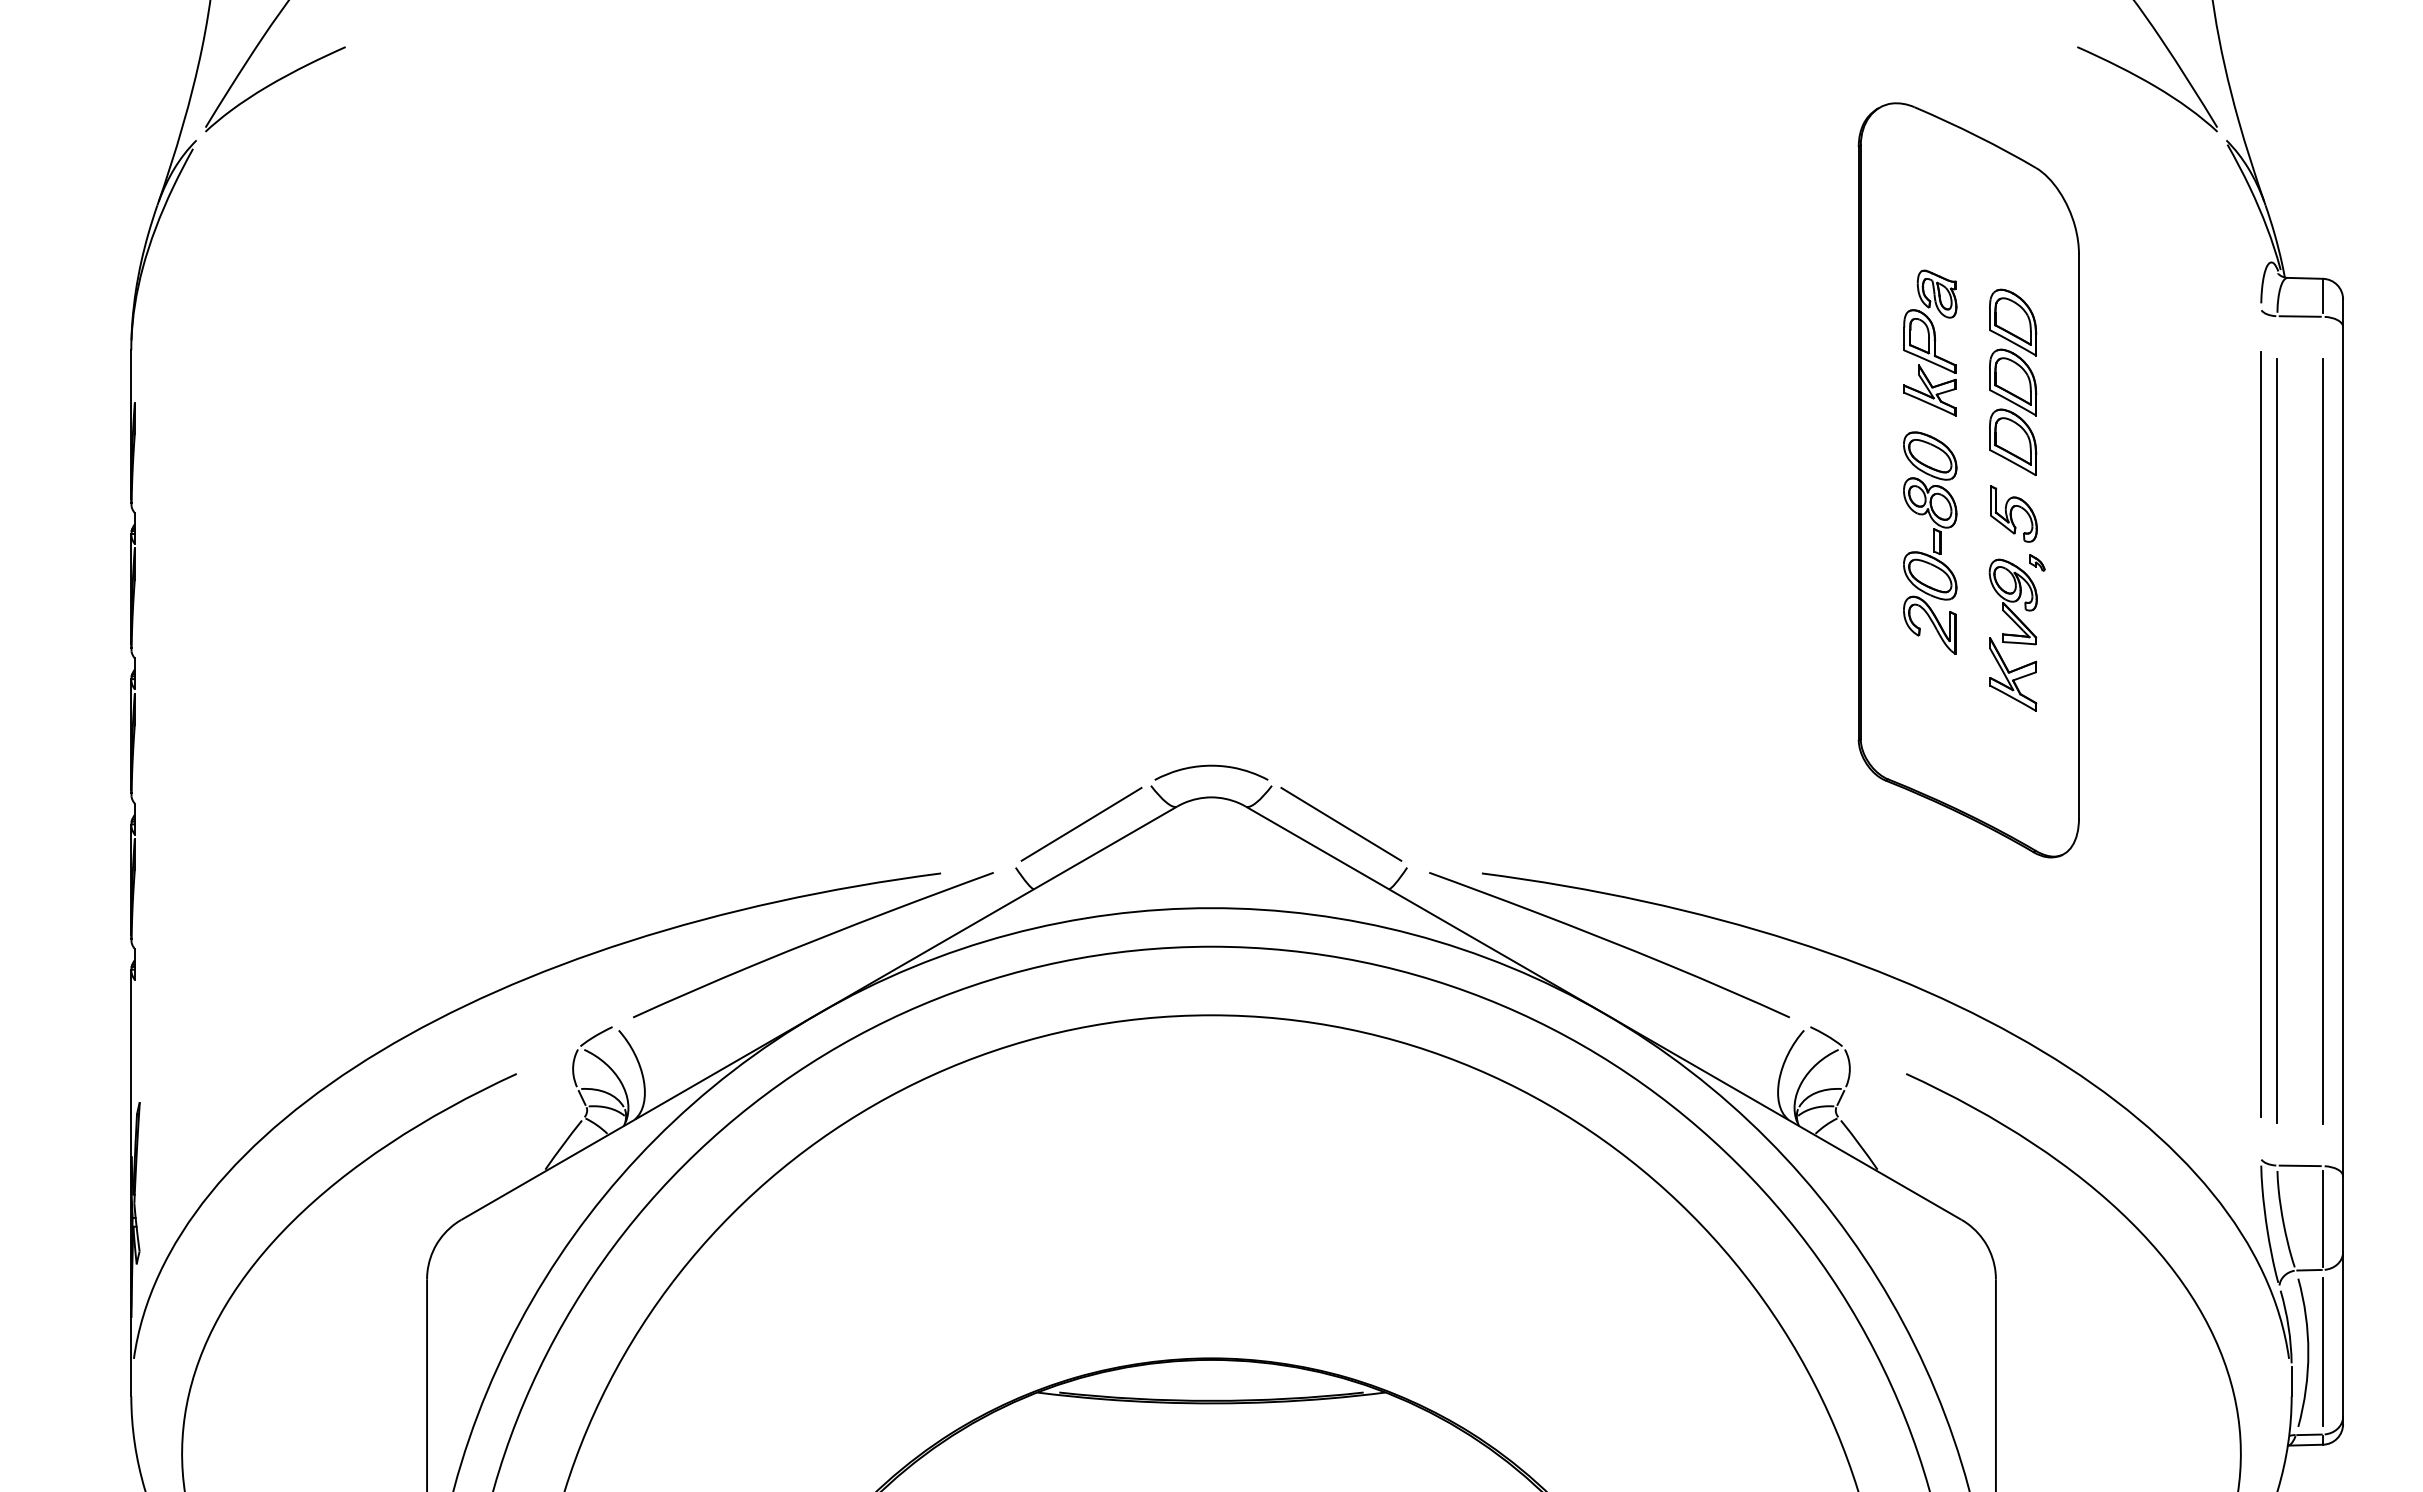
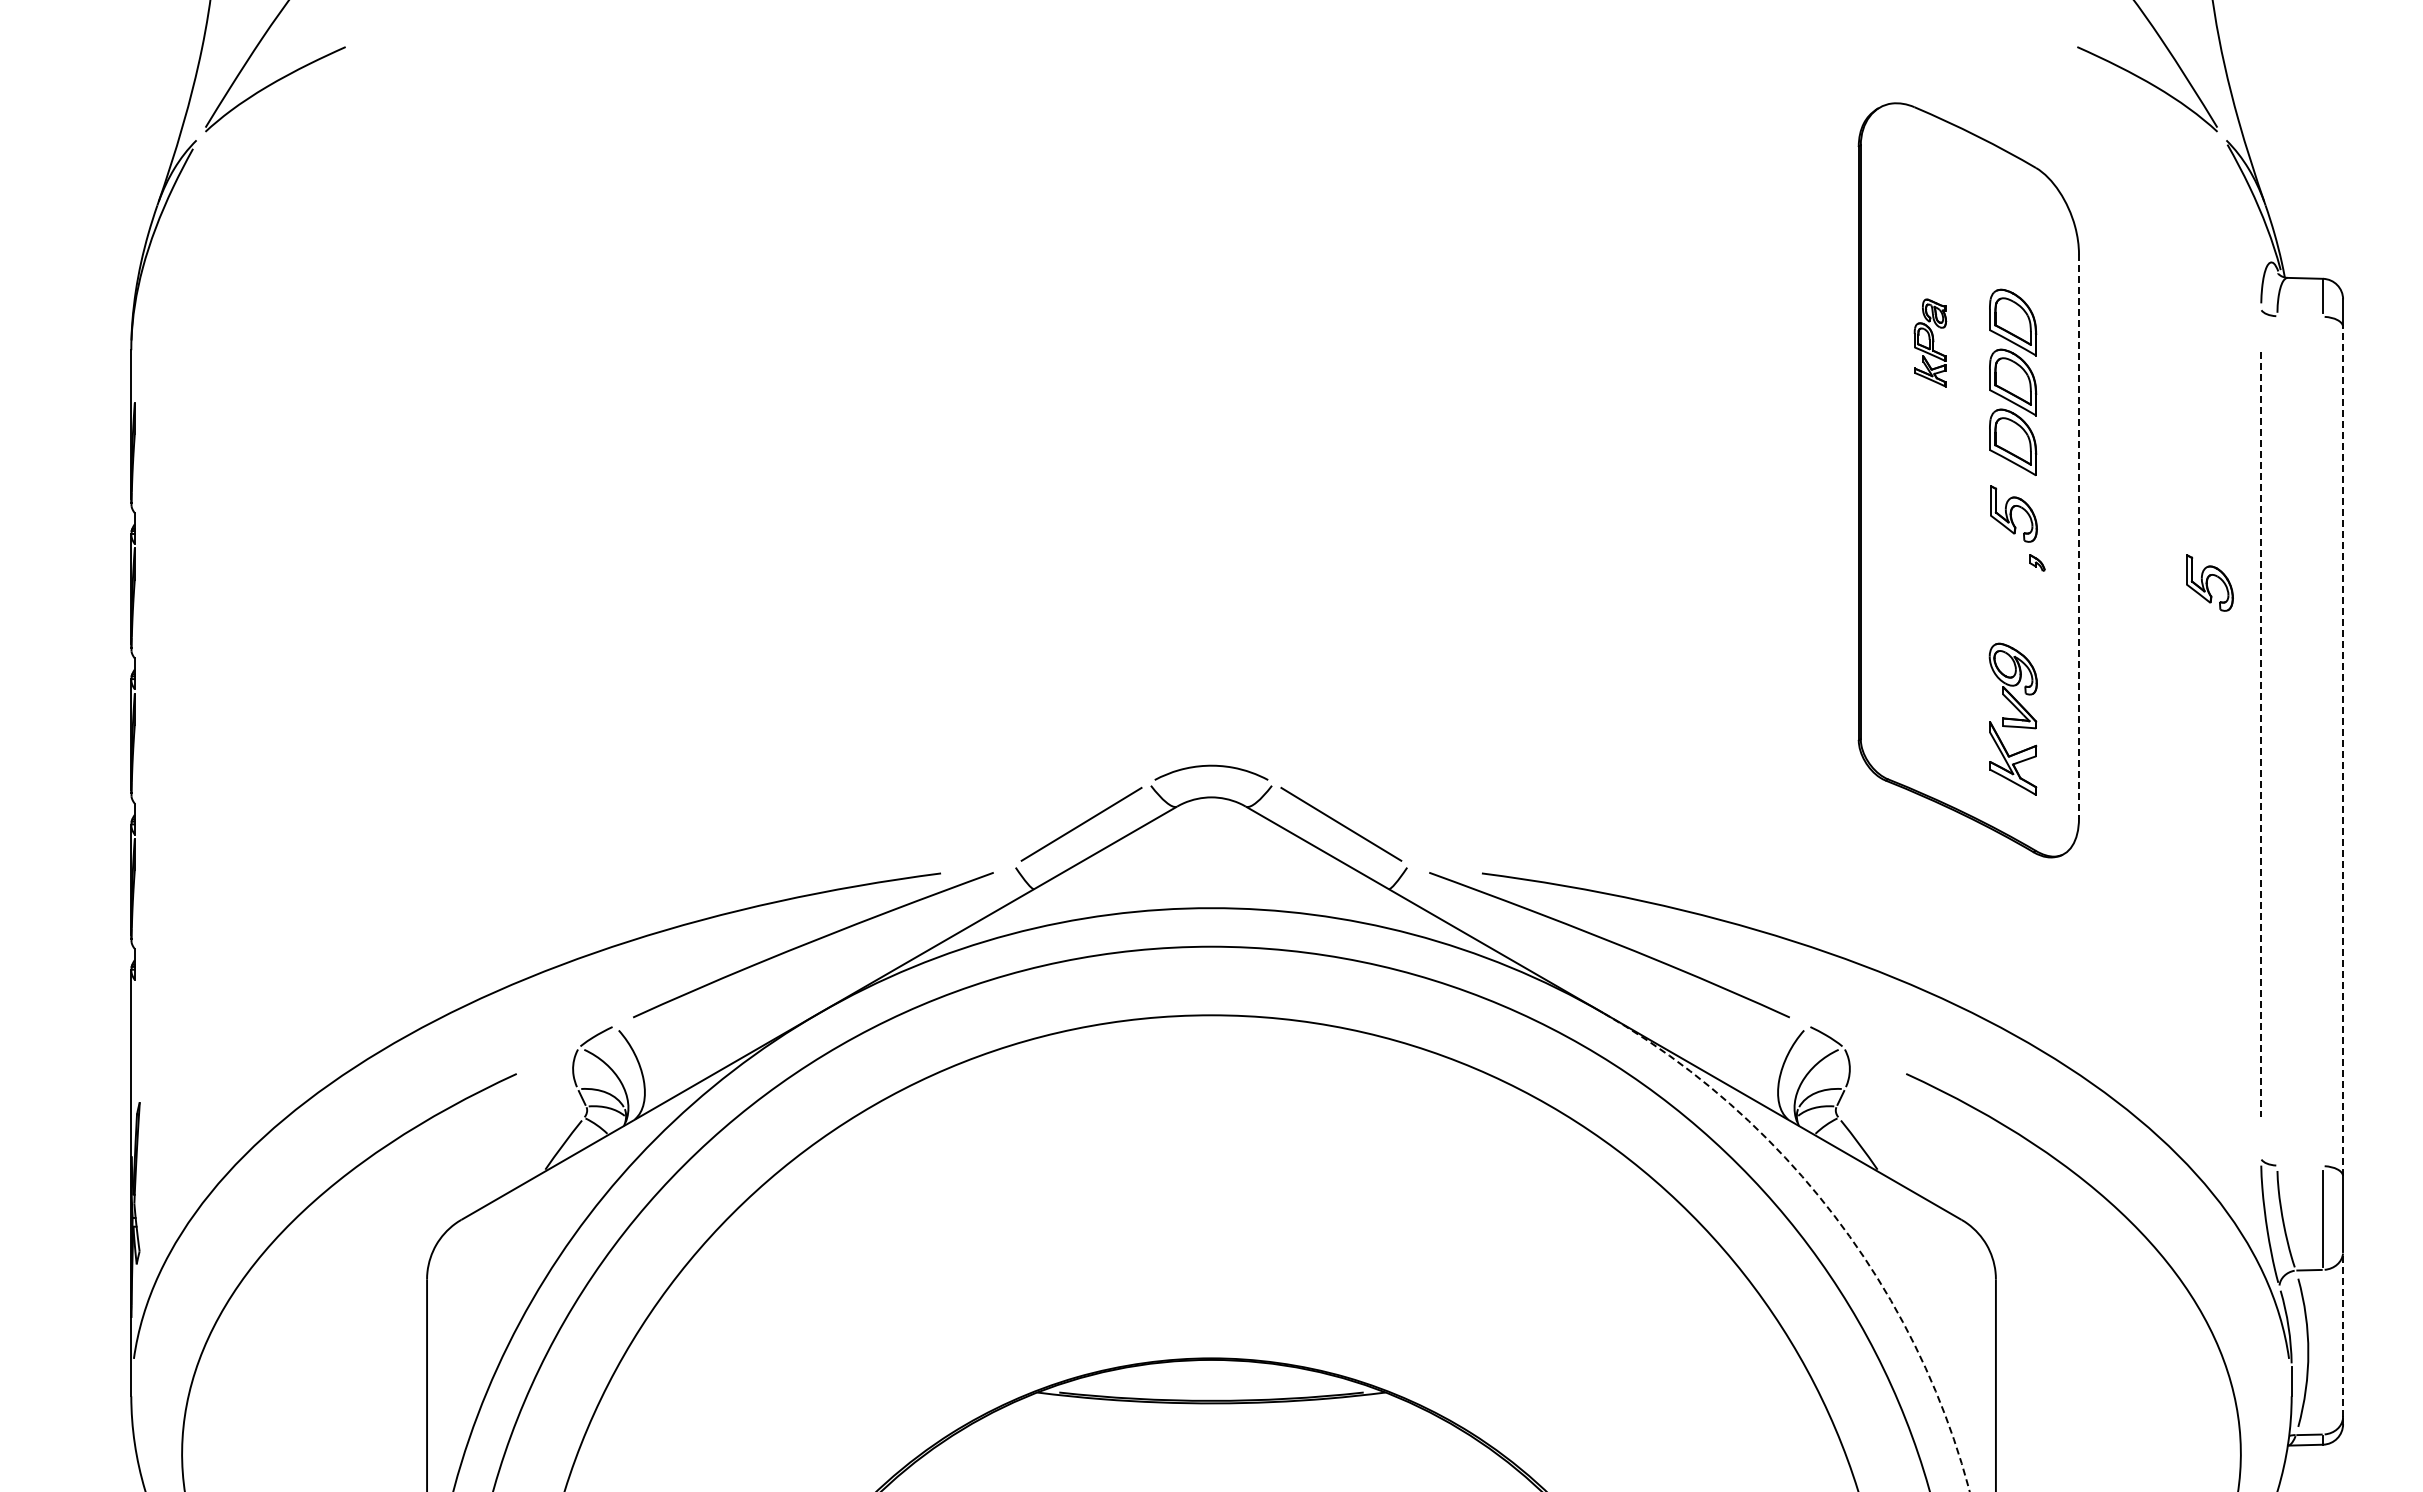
line at (2299, 316): present -> none
part at (1930, 342) size: 55x148 px -> 35x90 px
line at (2079, 536): solid -> dashed
part at (1930, 542): present -> none
part at (2209, 582): none -> present
part at (2012, 634) position: (2012, 634) -> (2012, 718)
line at (2261, 734): solid -> dashed
line at (2277, 740): present -> none
line at (2323, 741): present -> none
line at (2343, 751): solid -> dashed
line at (2299, 1165): present -> none
arc at (1835, 1216): solid -> dashed
line at (2343, 1333): solid -> dashed
line at (2323, 1352): present -> none
